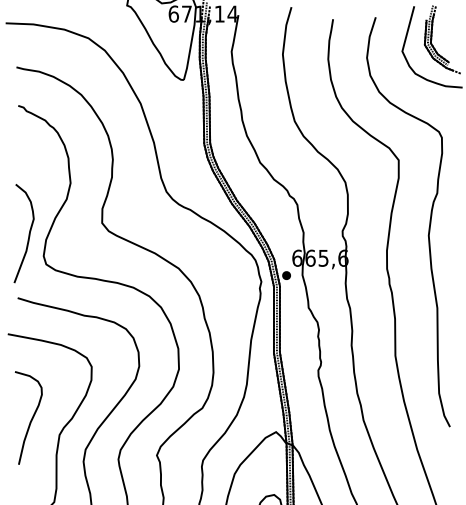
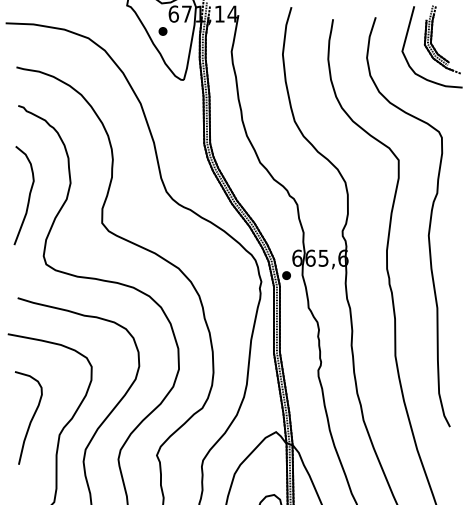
part at (162, 31): none -> present
curve at (28, 233) position: (28, 233) -> (28, 195)
